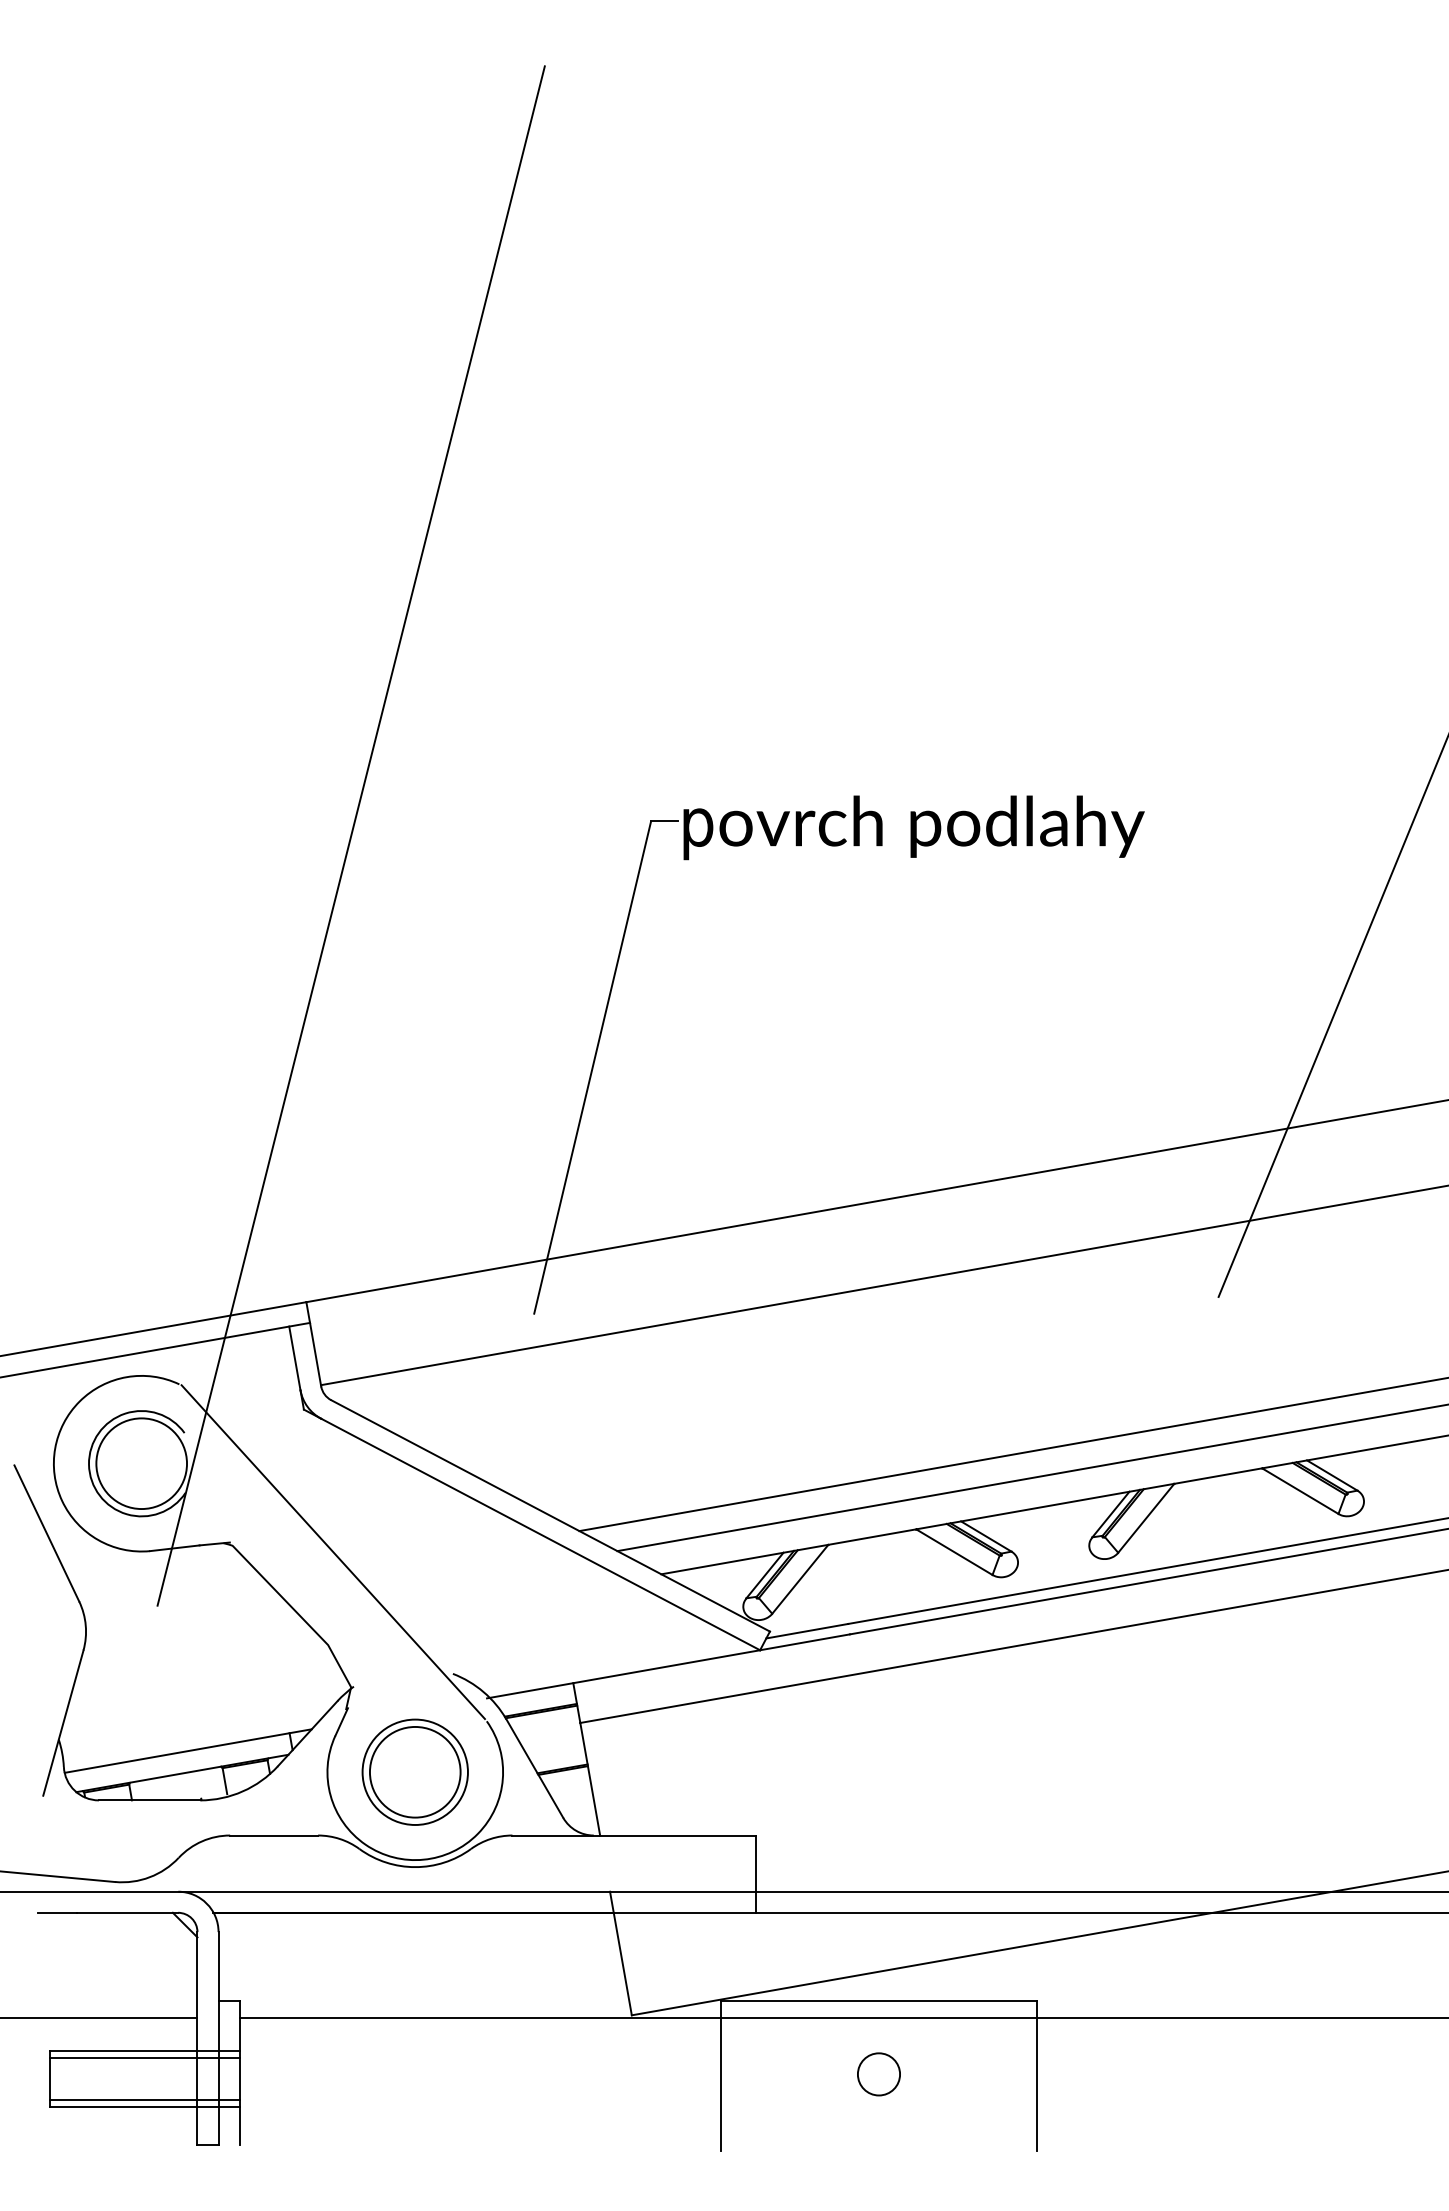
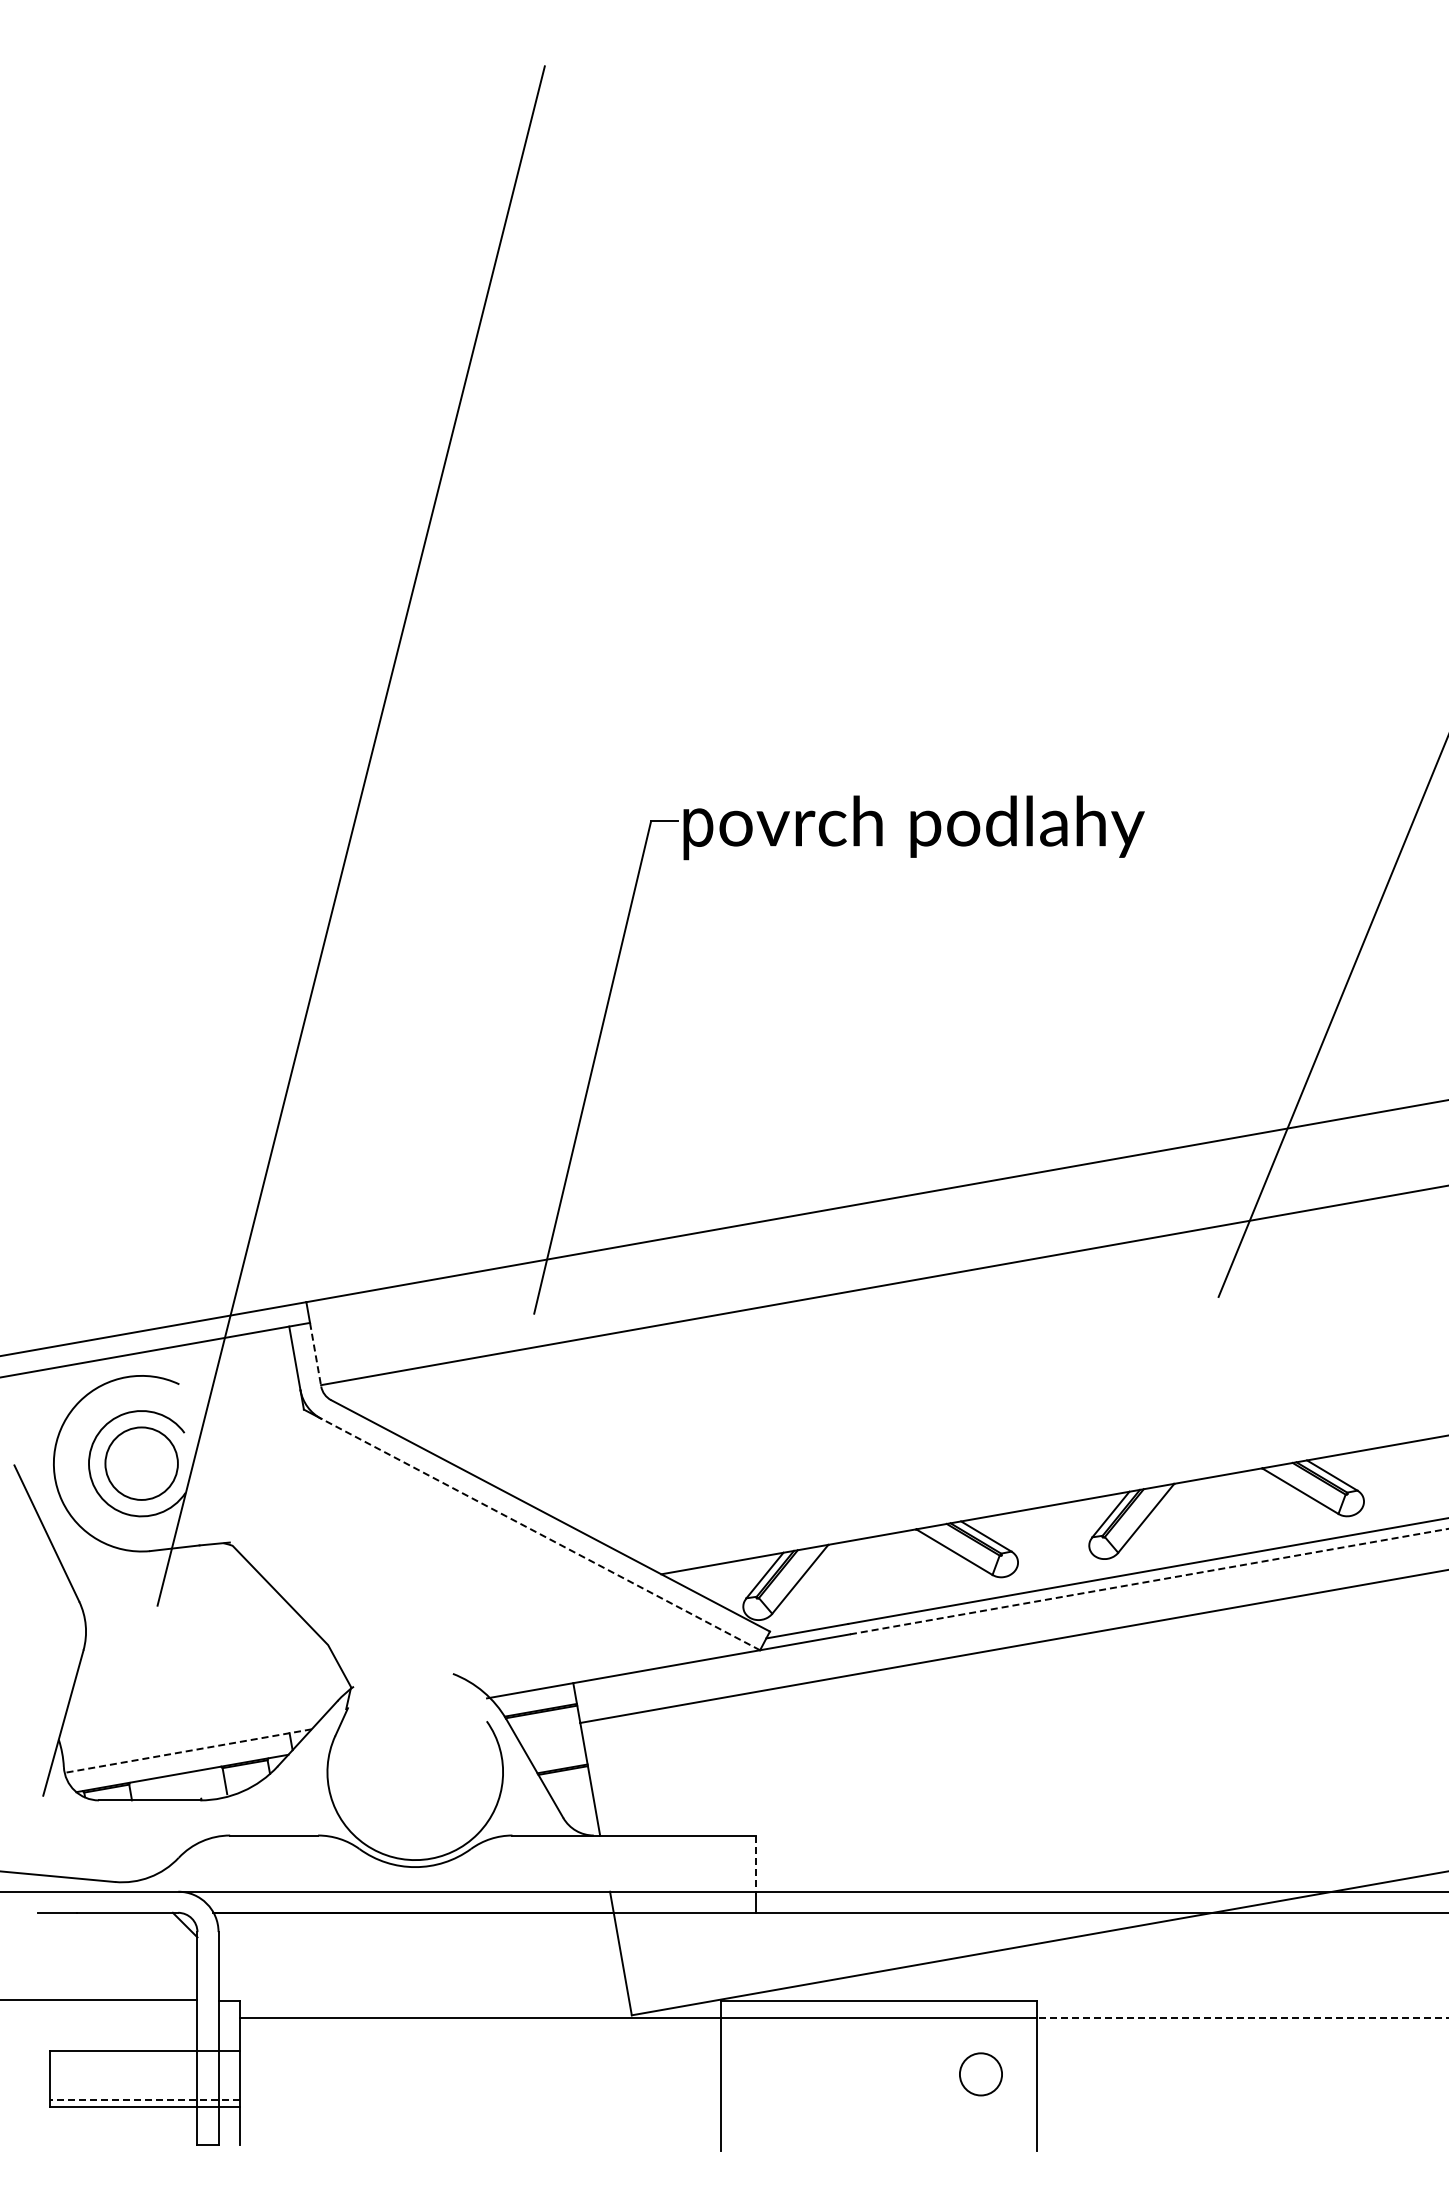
line at (315, 1355): solid -> dashed
line at (1012, 1454): present -> none
circle at (141, 1463) diameter: 91 px -> 73 px
line at (1031, 1478): present -> none
line at (540, 1534): solid -> dashed
line at (332, 1552): present -> none
line at (1149, 1581): solid -> dashed
line at (187, 1751): solid -> dashed
part at (414, 1771): present -> none
line at (756, 1864): solid -> dashed
line at (99, 2018) position: (99, 2018) -> (99, 2000)
line at (1243, 2018): solid -> dashed
line at (144, 2057): present -> none
circle at (878, 2074) position: (878, 2074) -> (980, 2074)
line at (144, 2100): solid -> dashed
